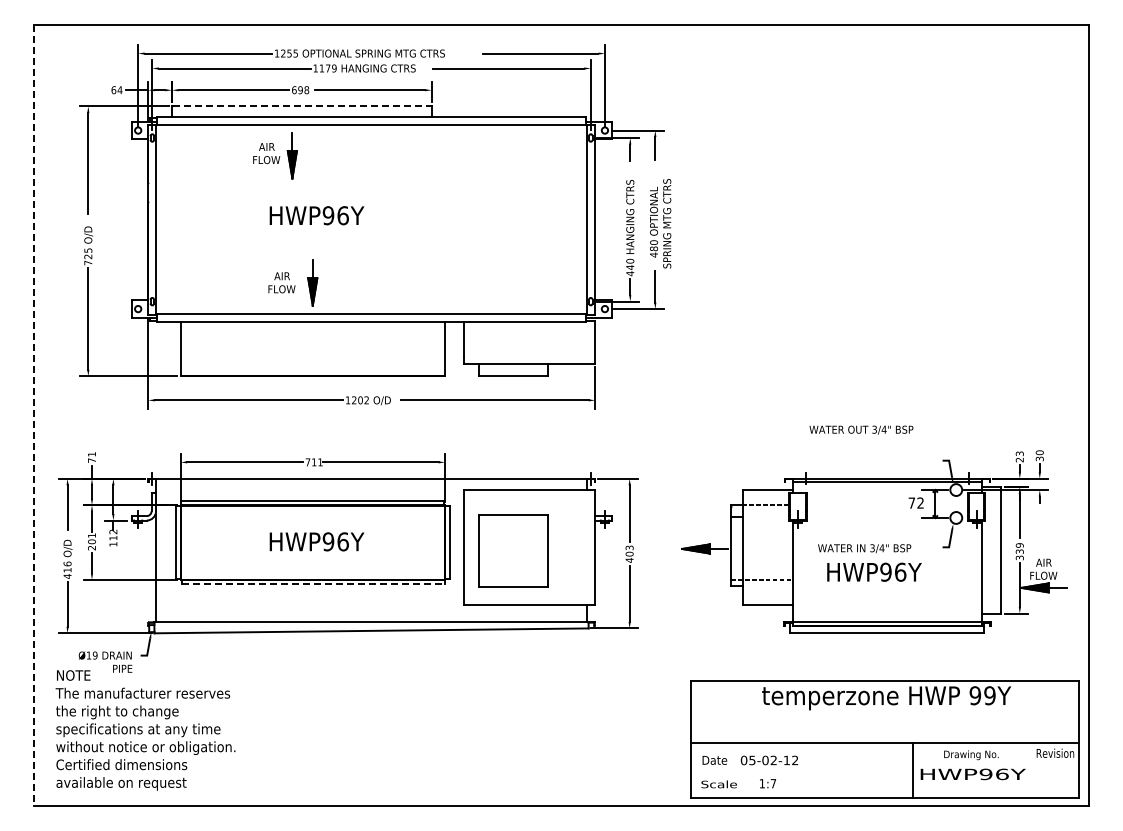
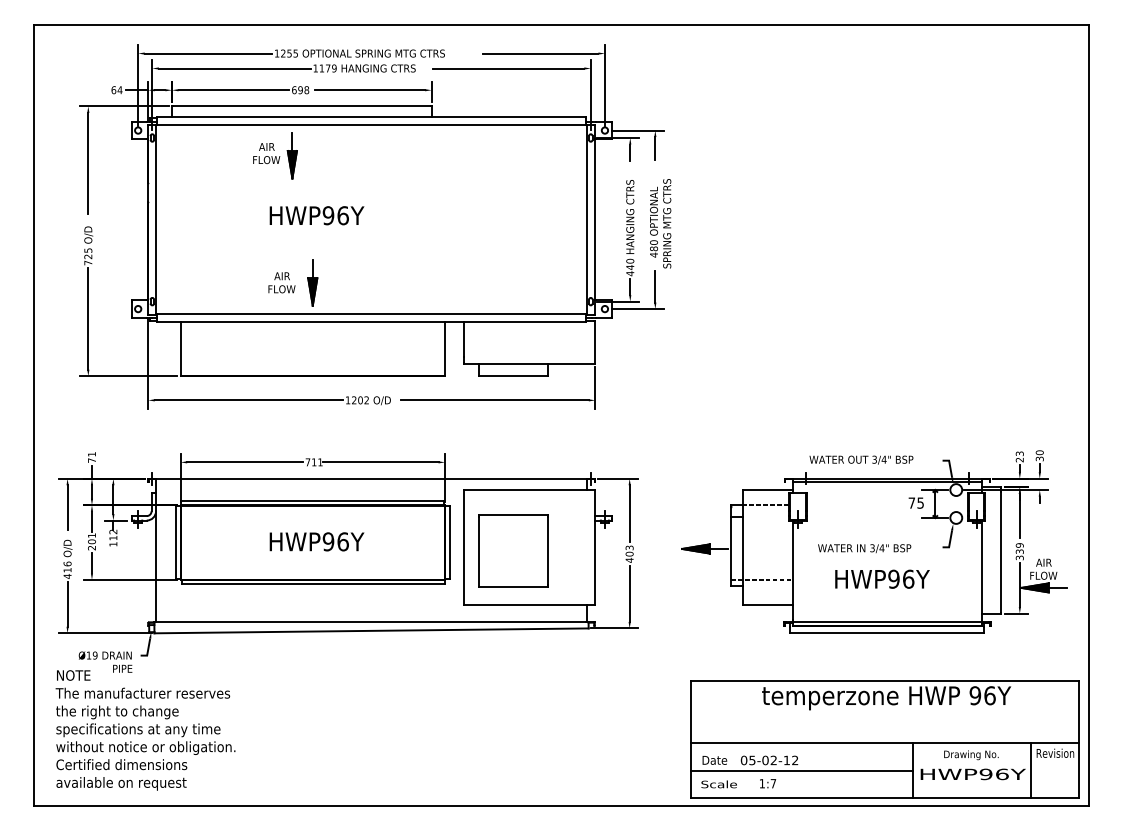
line at (302, 106): dashed -> solid
line at (33, 415): dashed -> solid
text at (861, 429) position: (861, 429) -> (861, 459)
text at (920, 502): 72 -> 75
text at (874, 571) position: (874, 571) -> (882, 578)
line at (313, 584): dashed -> solid
text at (989, 695): 99Y -> 96Y
line at (1031, 770): none -> present
line at (802, 771): none -> present
